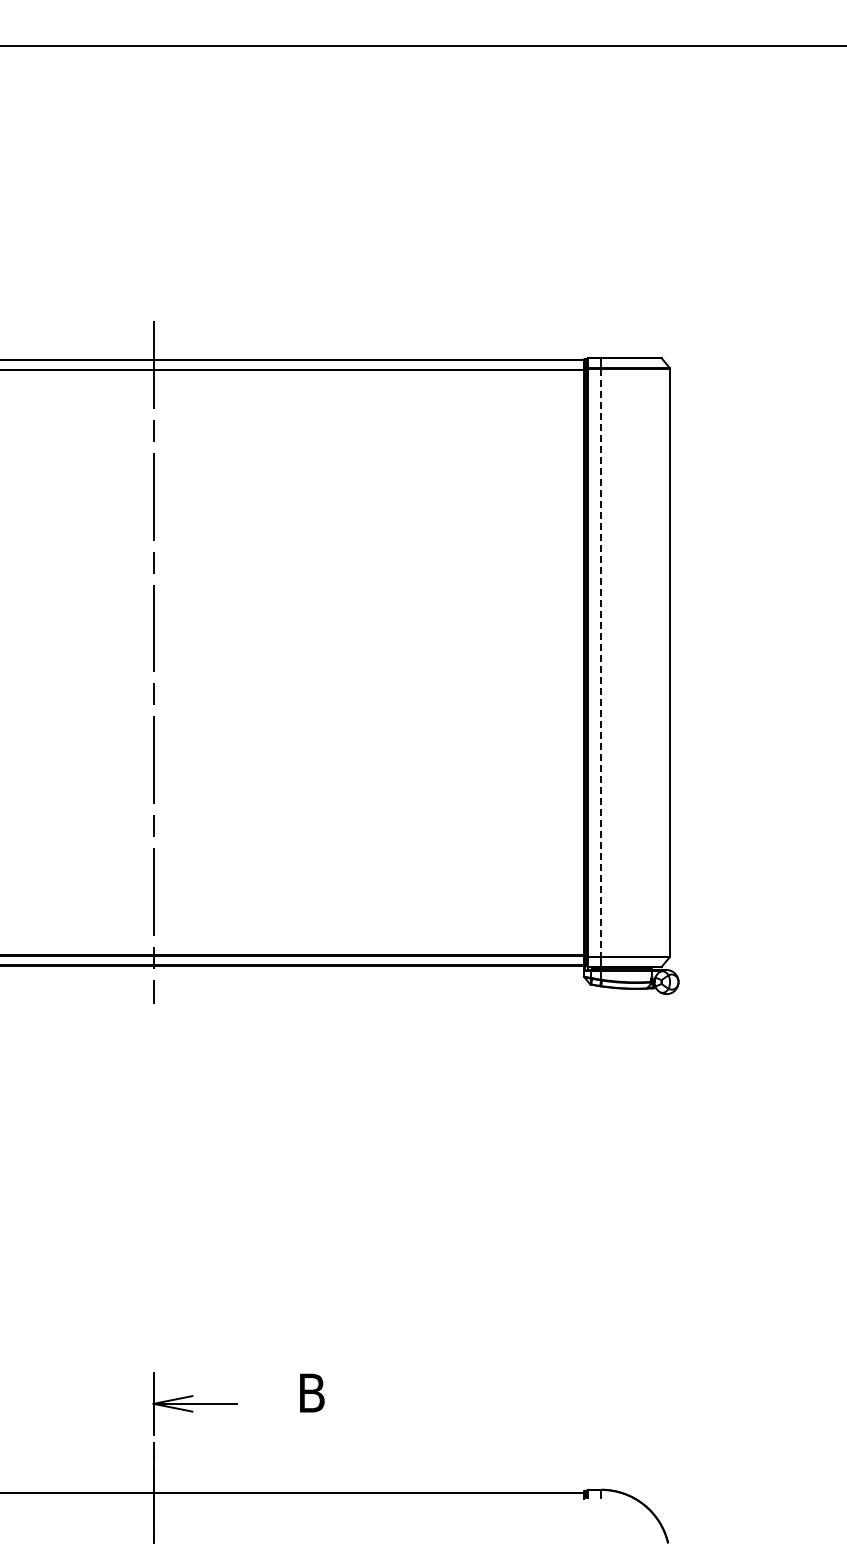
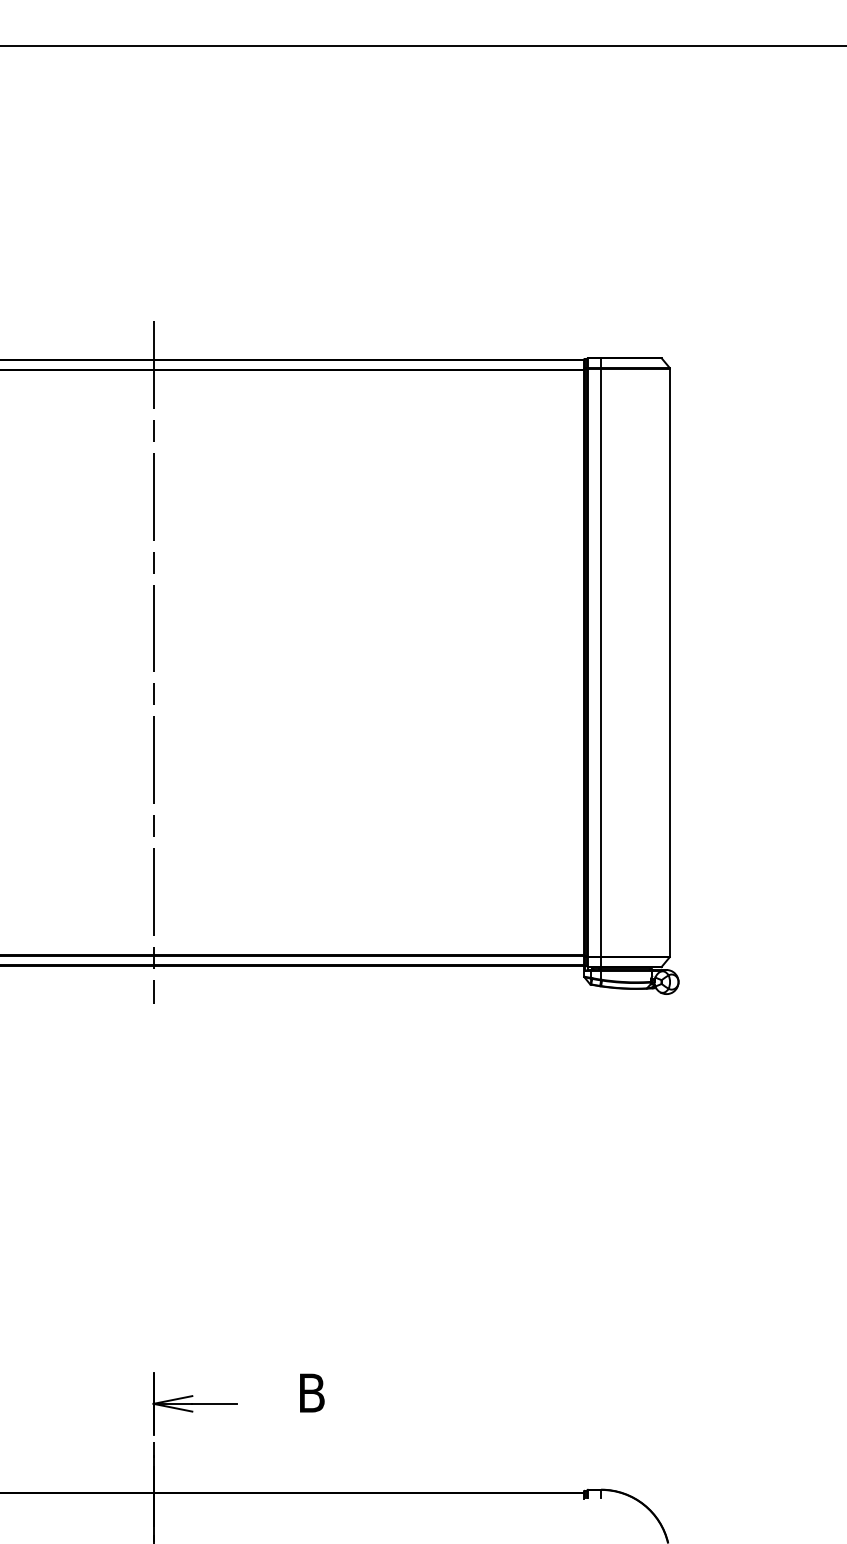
line at (601, 662): dashed -> solid
